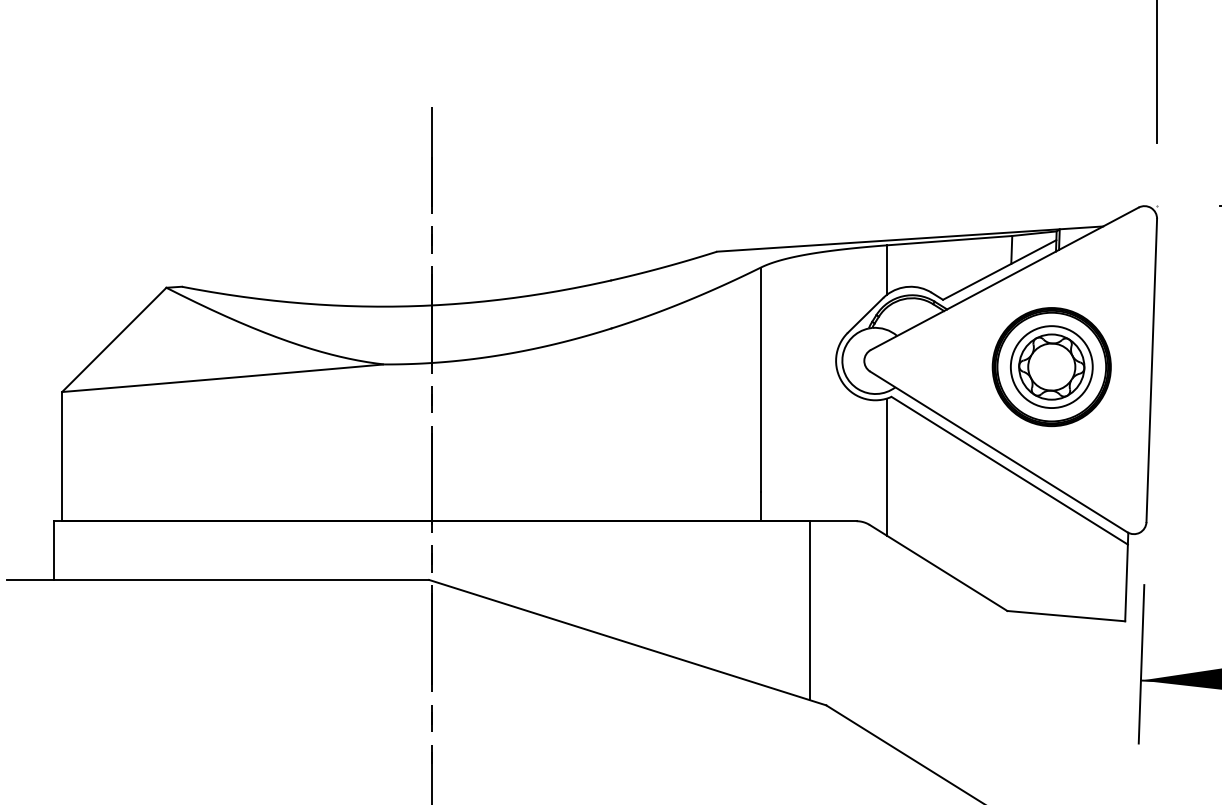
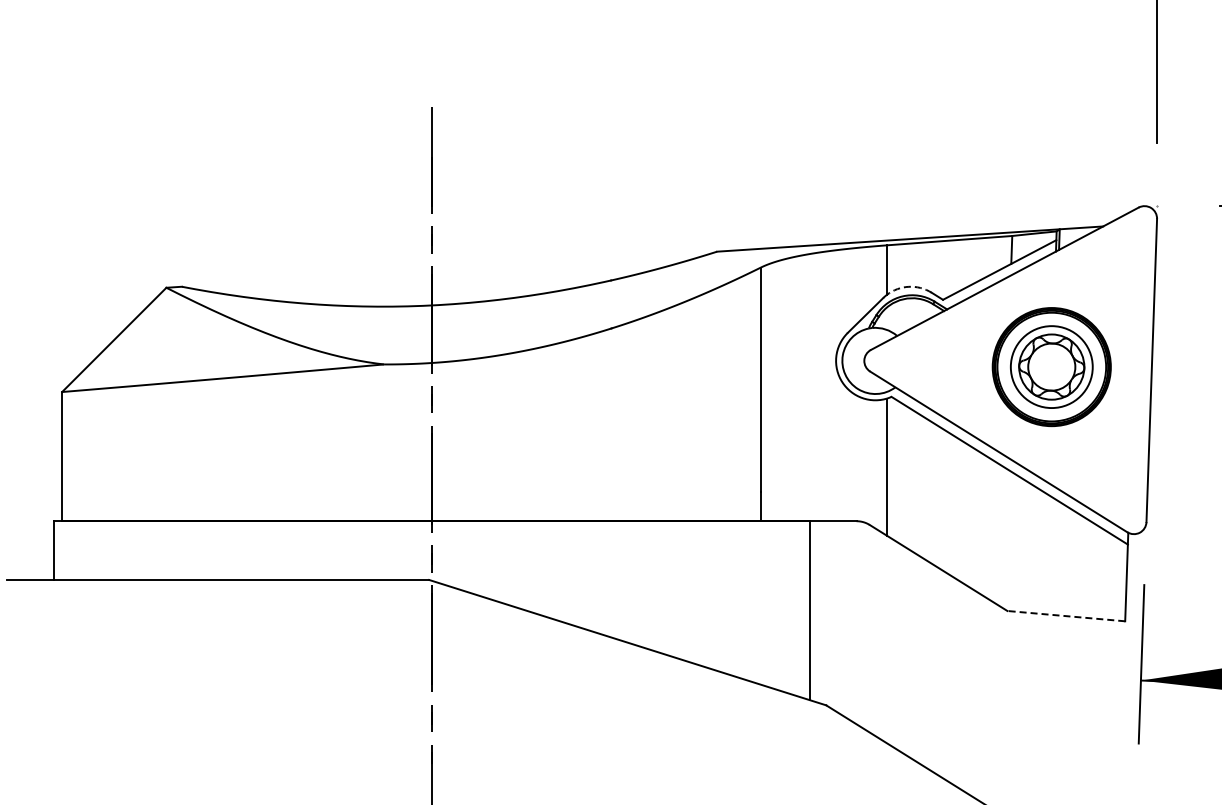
arc at (908, 286): solid -> dashed
line at (1065, 616): solid -> dashed
